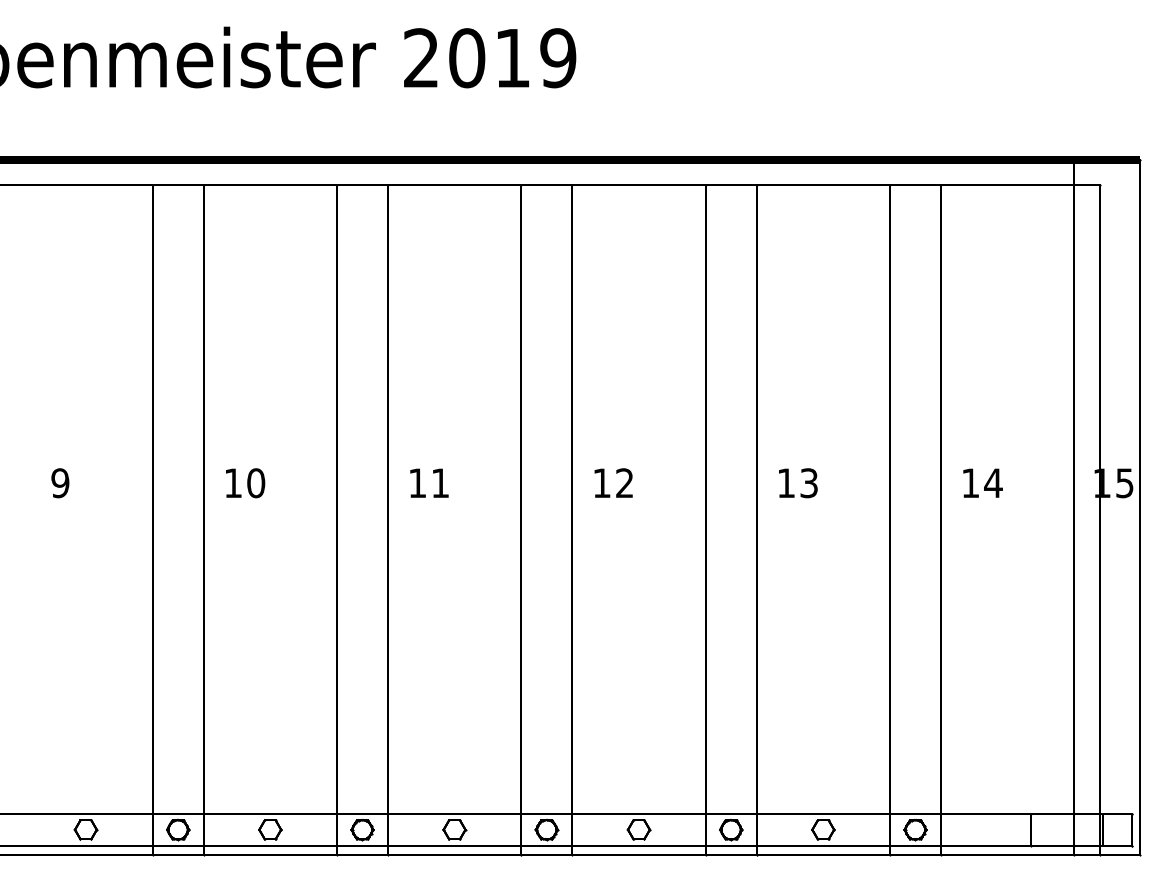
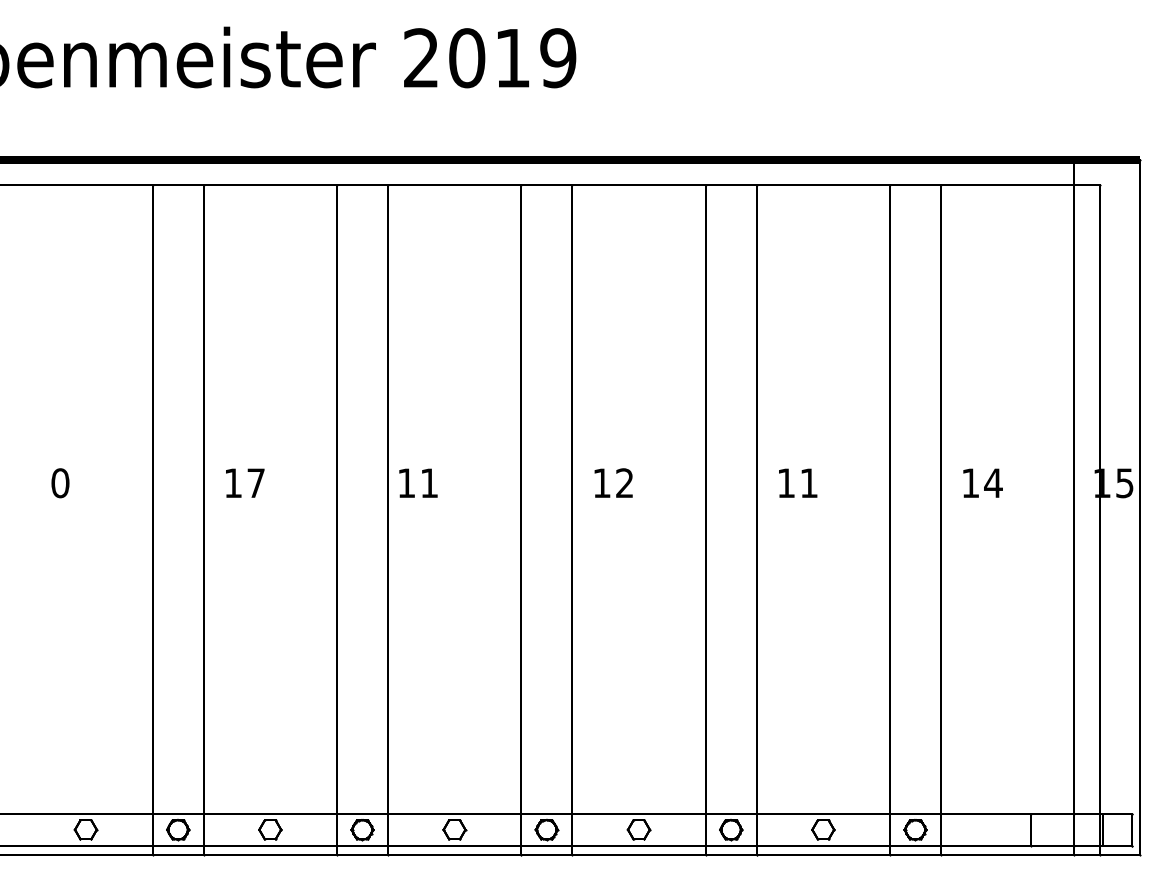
text at (429, 482) position: (429, 482) -> (418, 482)
text at (60, 483): 9 -> 0
text at (256, 483): 10 -> 17
text at (808, 483): 13 -> 11
